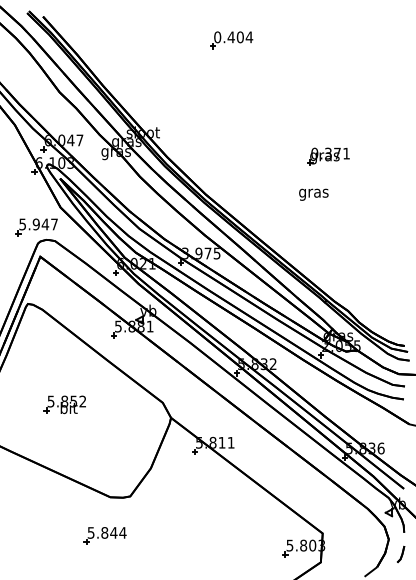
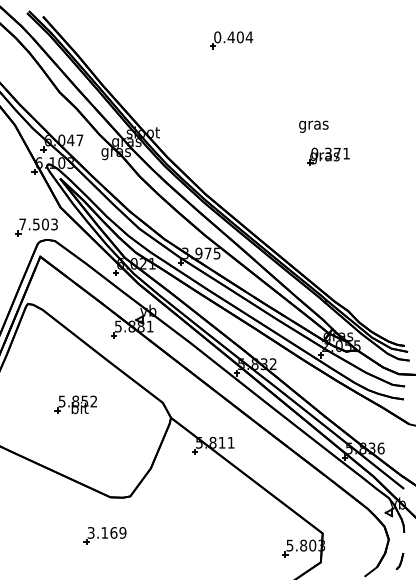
text at (313, 194) position: (313, 194) -> (313, 126)
text at (38, 224): 5.947 -> 7.503
part at (64, 404) position: (64, 404) -> (75, 404)
text at (107, 532): 5.844 -> 3.169
part at (401, 554) position: (401, 554) -> (400, 561)
